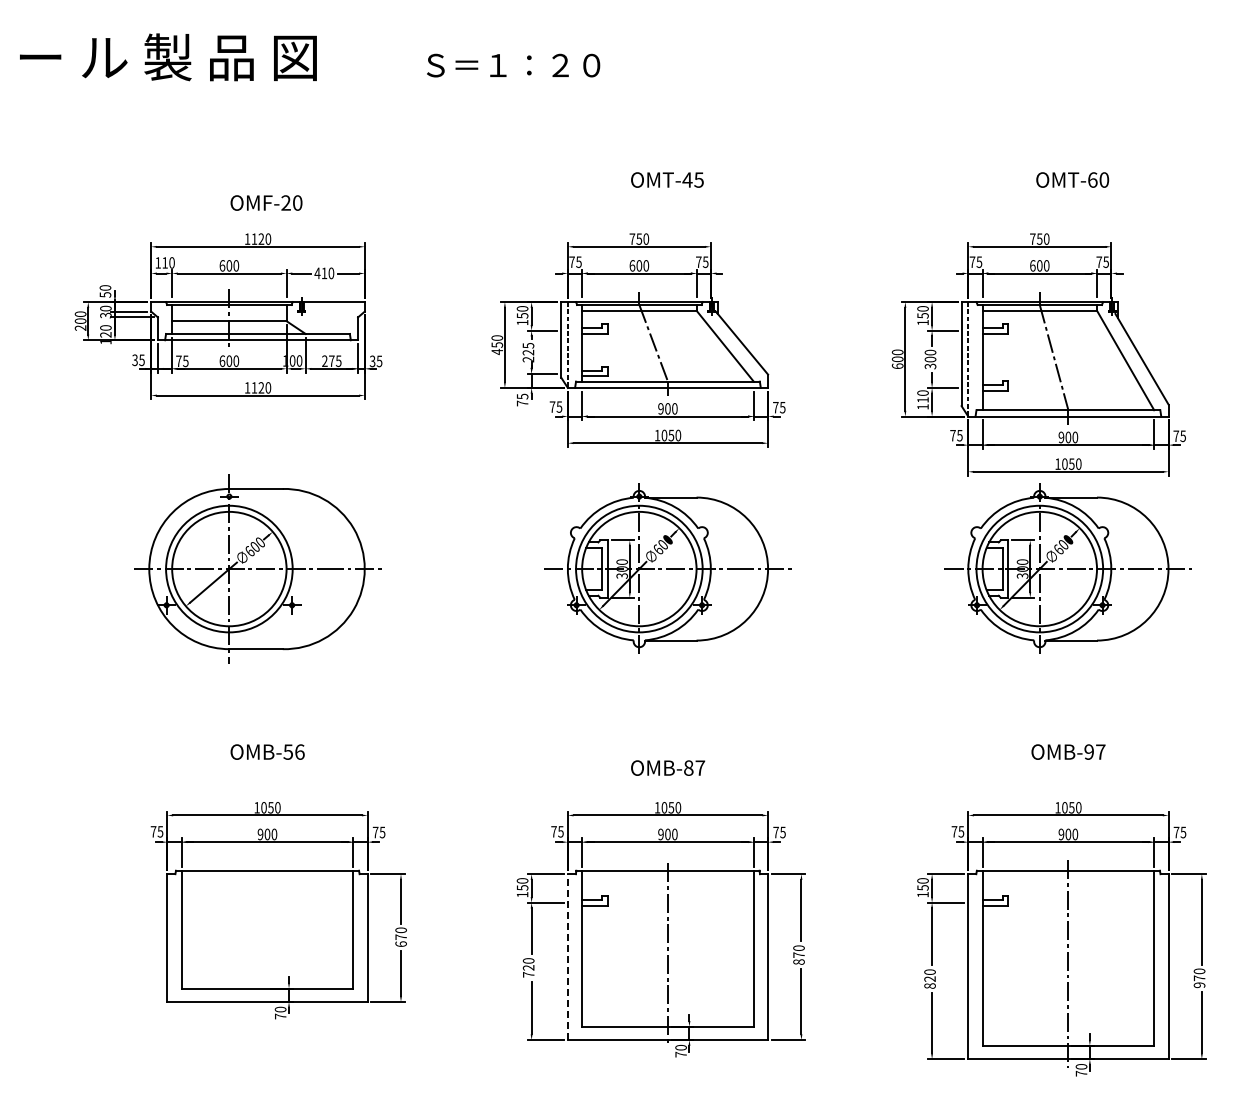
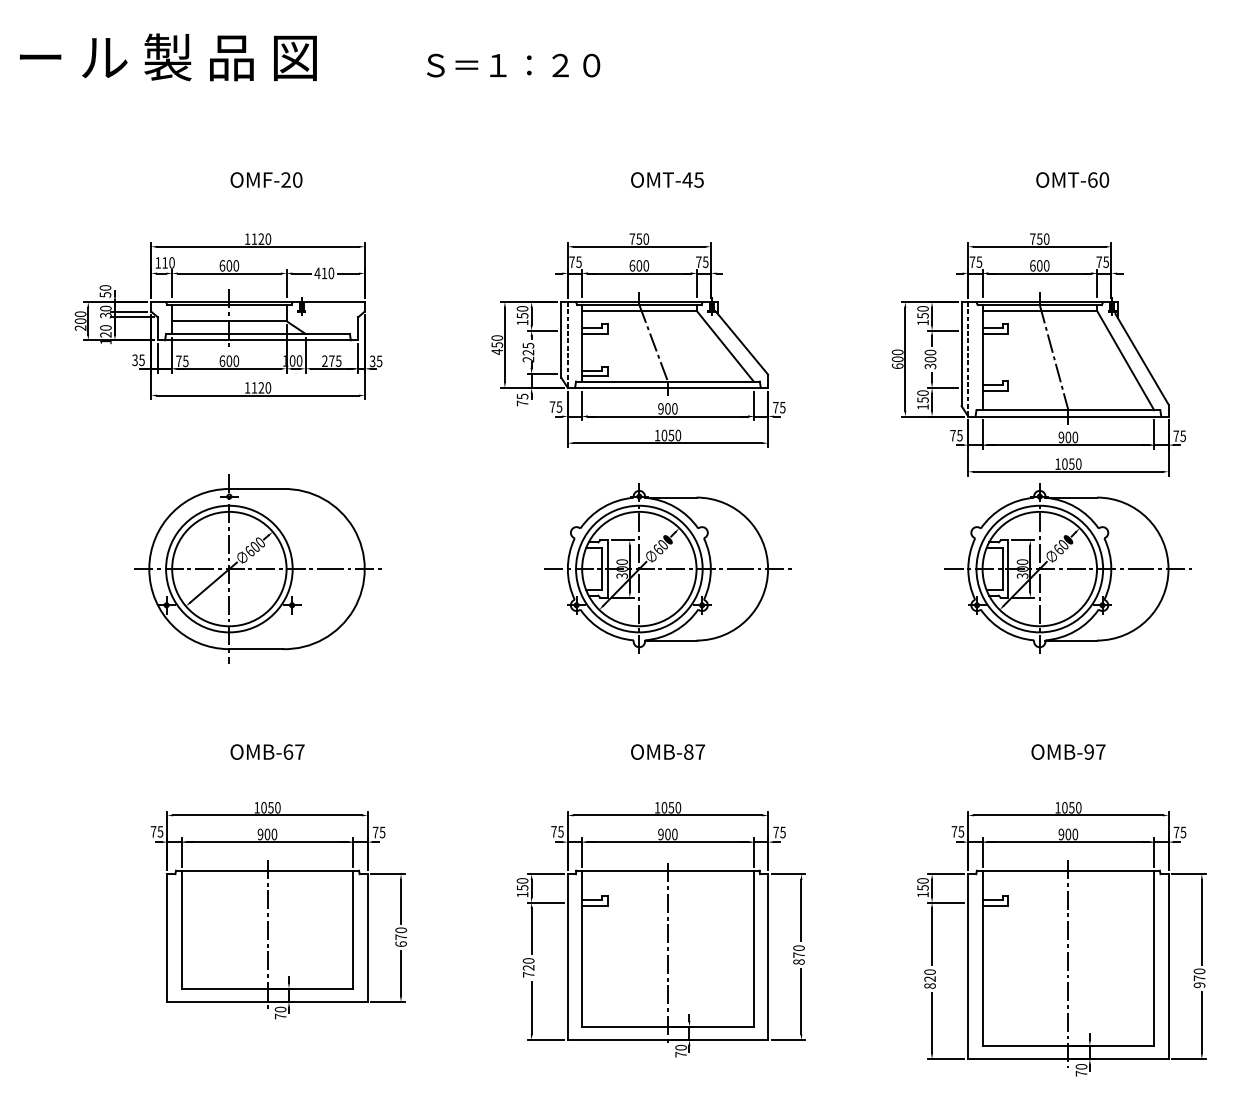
text at (266, 202) position: (266, 202) -> (266, 179)
text at (922, 399): 110 -> 150
text at (293, 751): OMB-56 -> OMB-67
text at (668, 767) position: (668, 767) -> (668, 751)
line at (267, 934): none -> present
line at (567, 957): dashed -> solid
